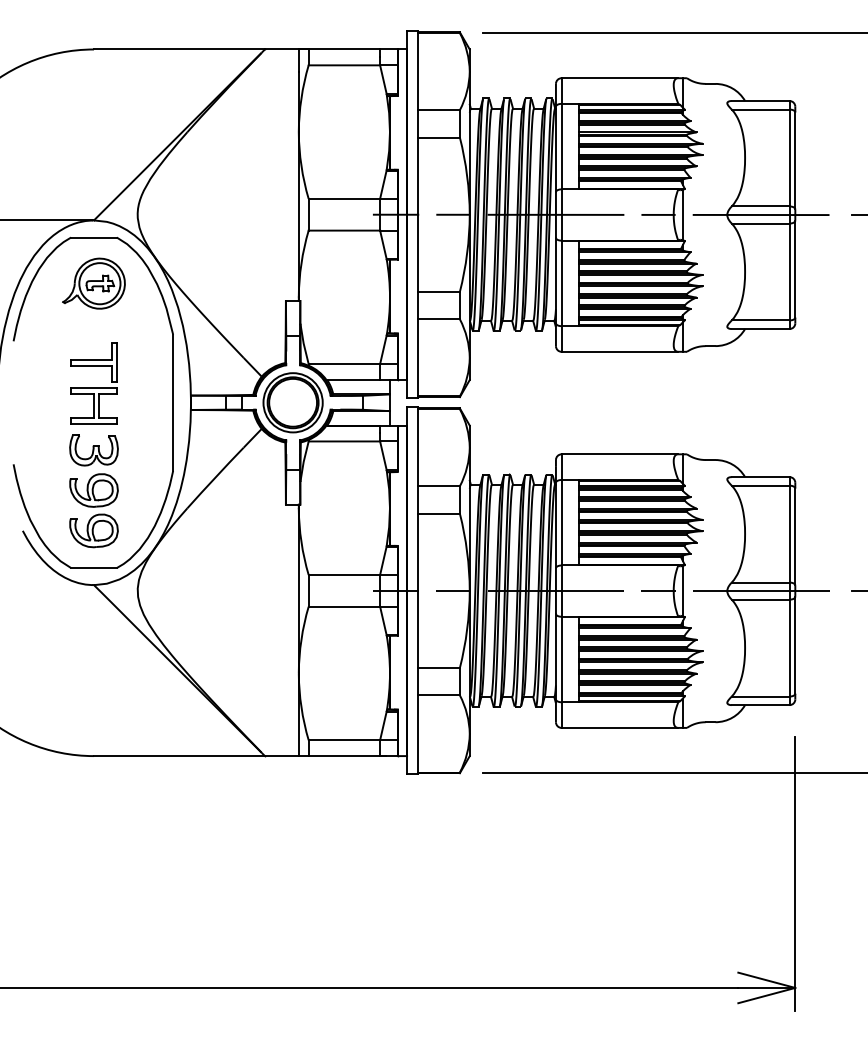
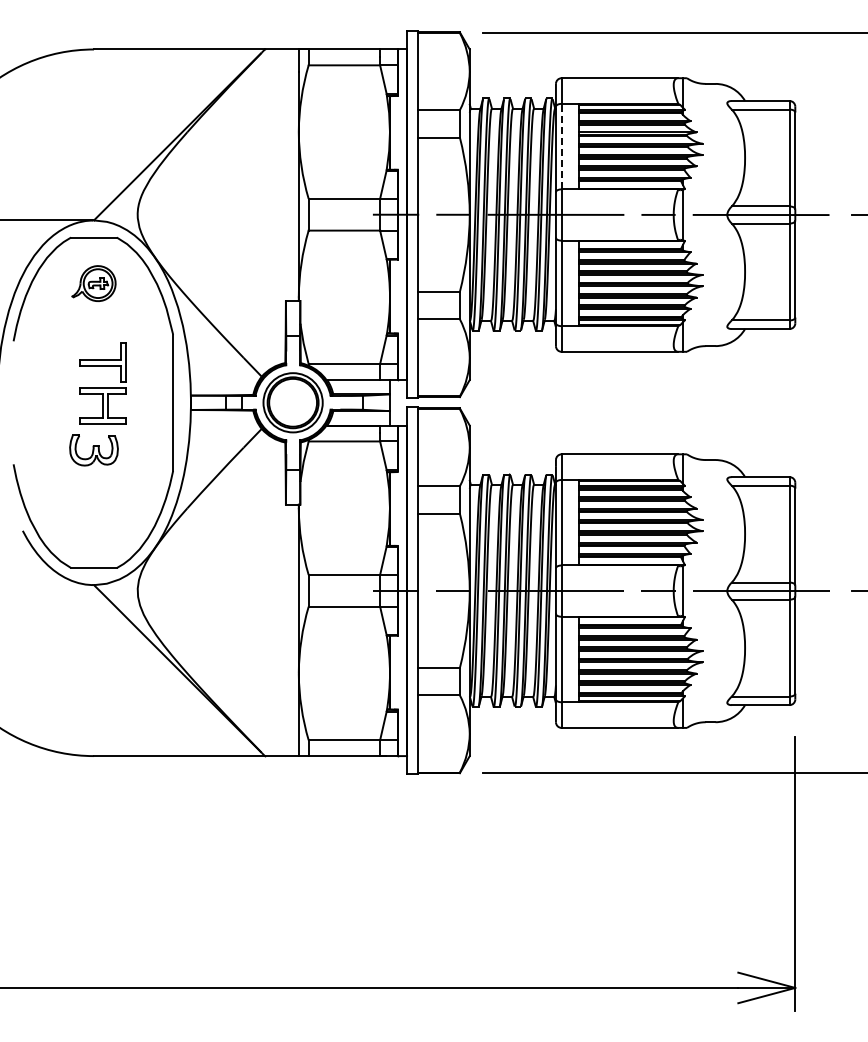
line at (561, 146): solid -> dashed
part at (93, 283) size: 64x53 px -> 46x37 px
part at (93, 383) position: (93, 383) -> (102, 383)
part at (93, 510): present -> none
